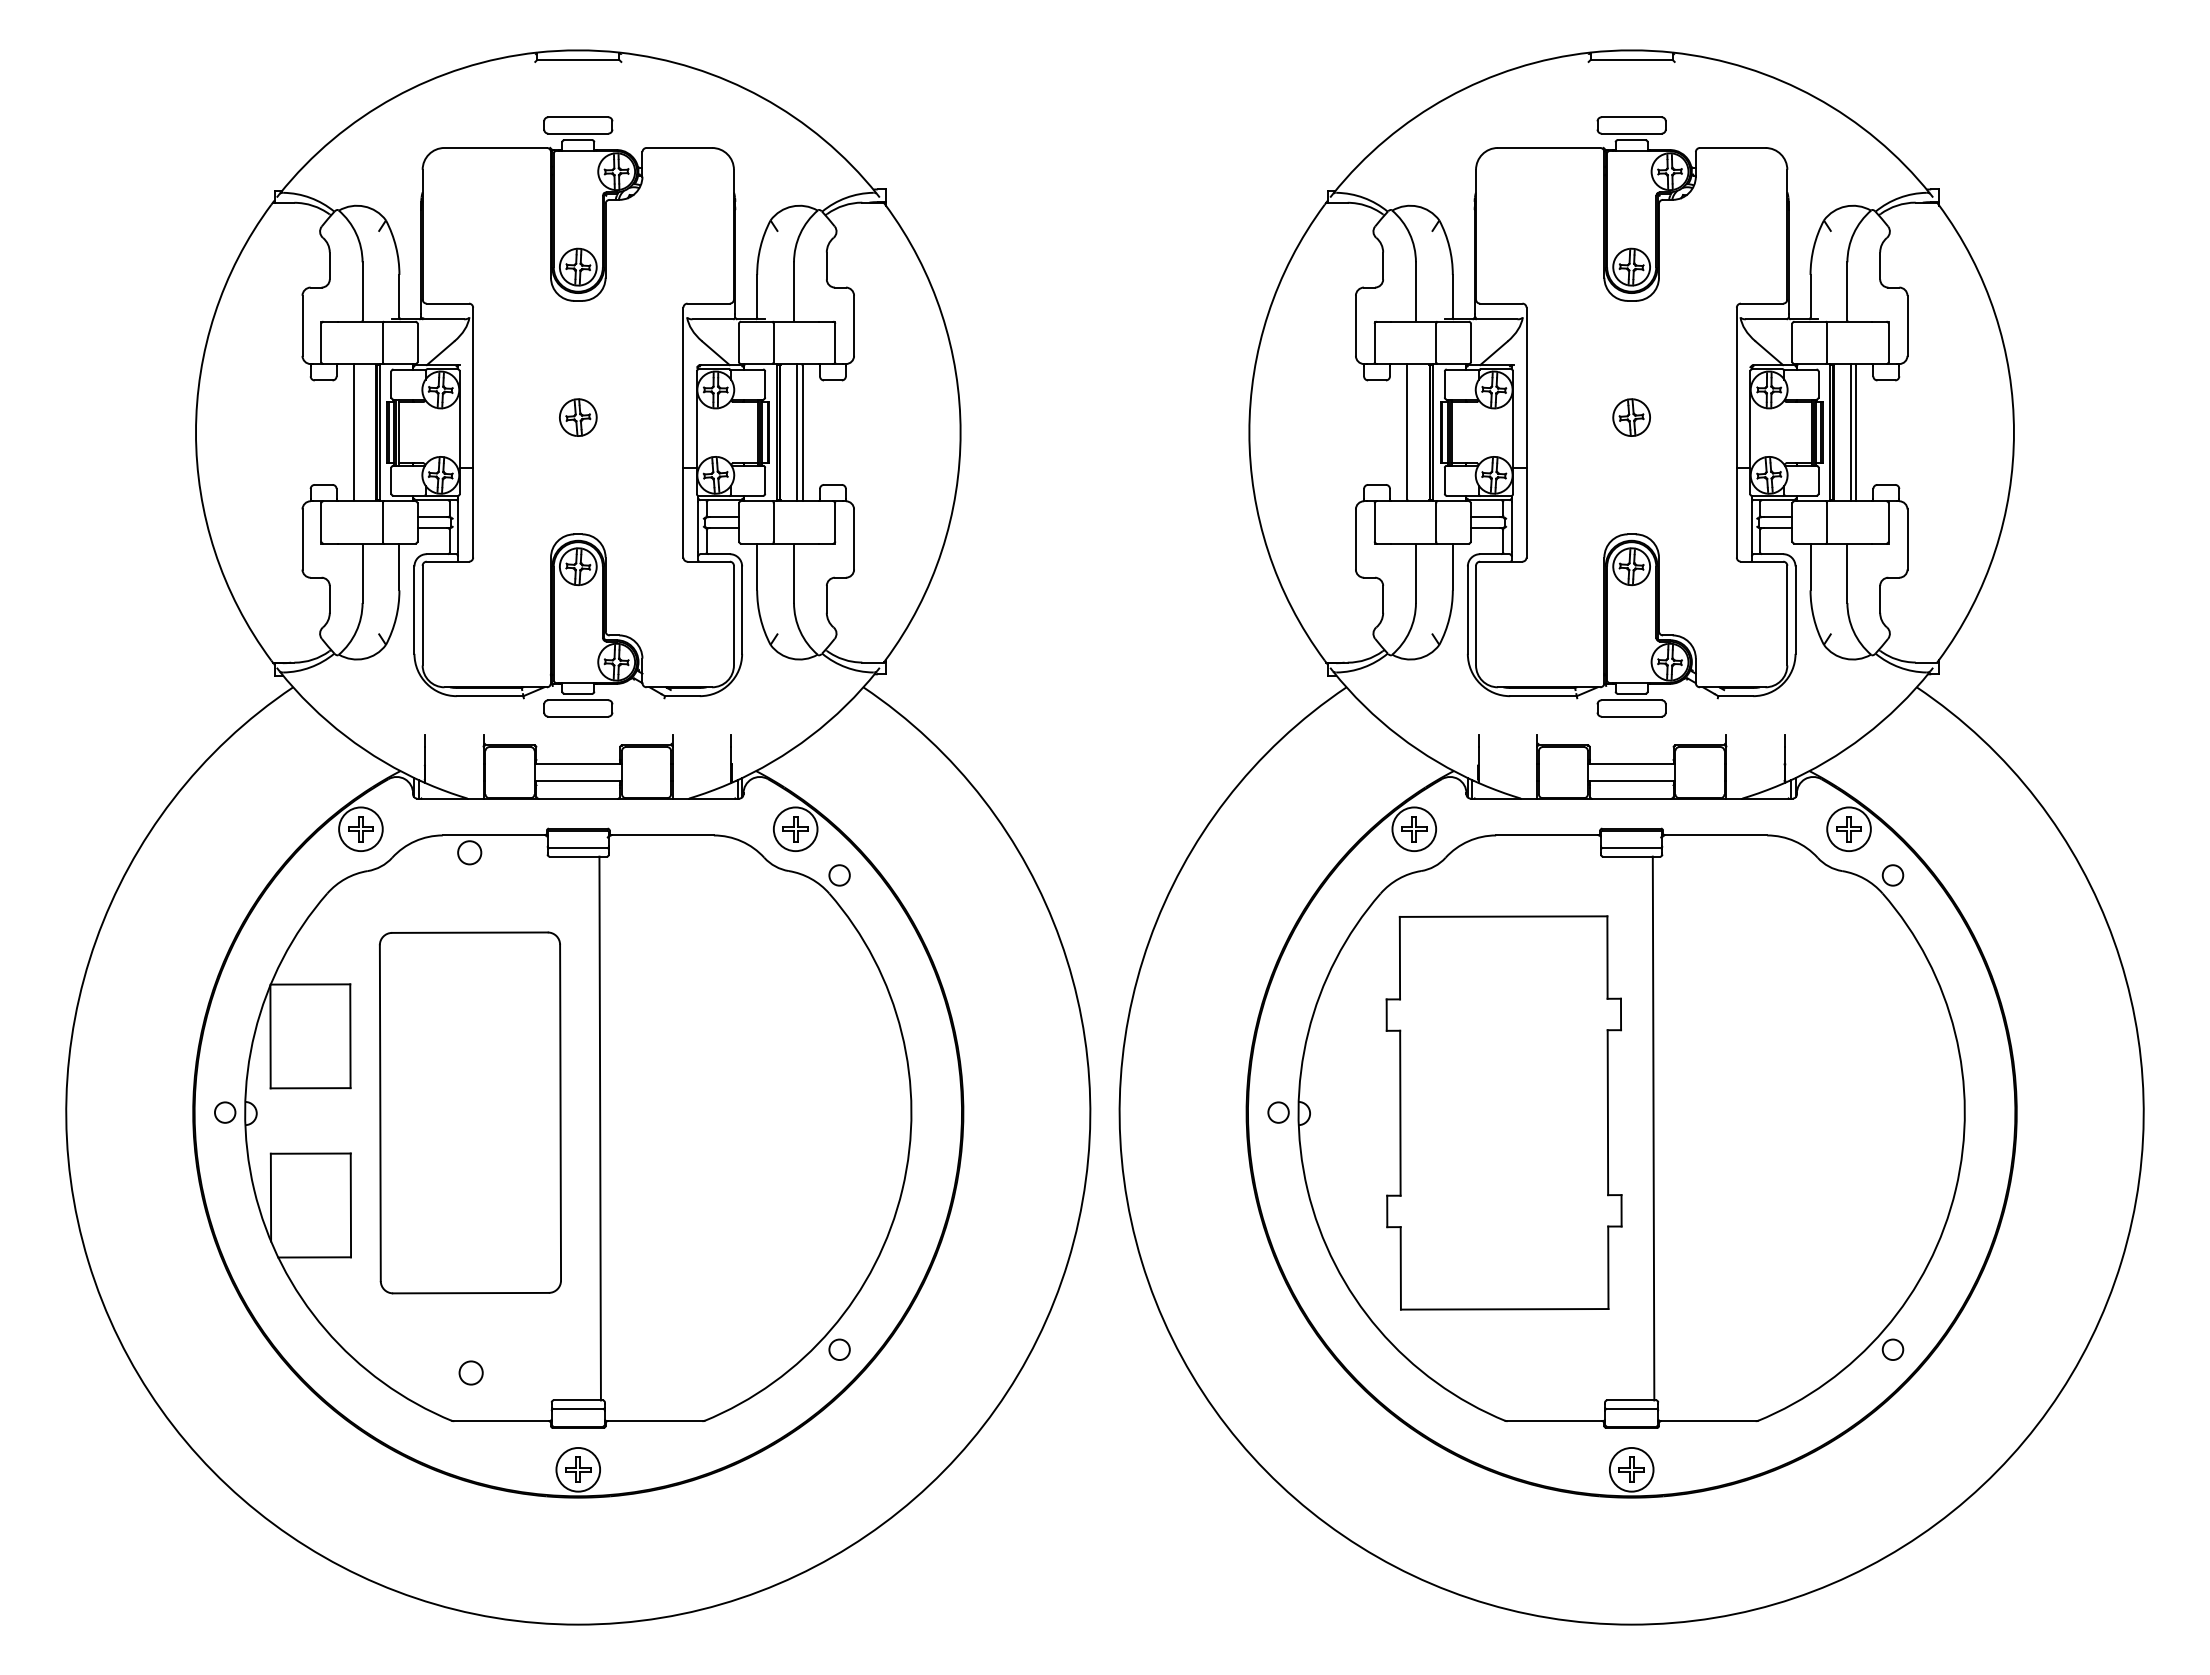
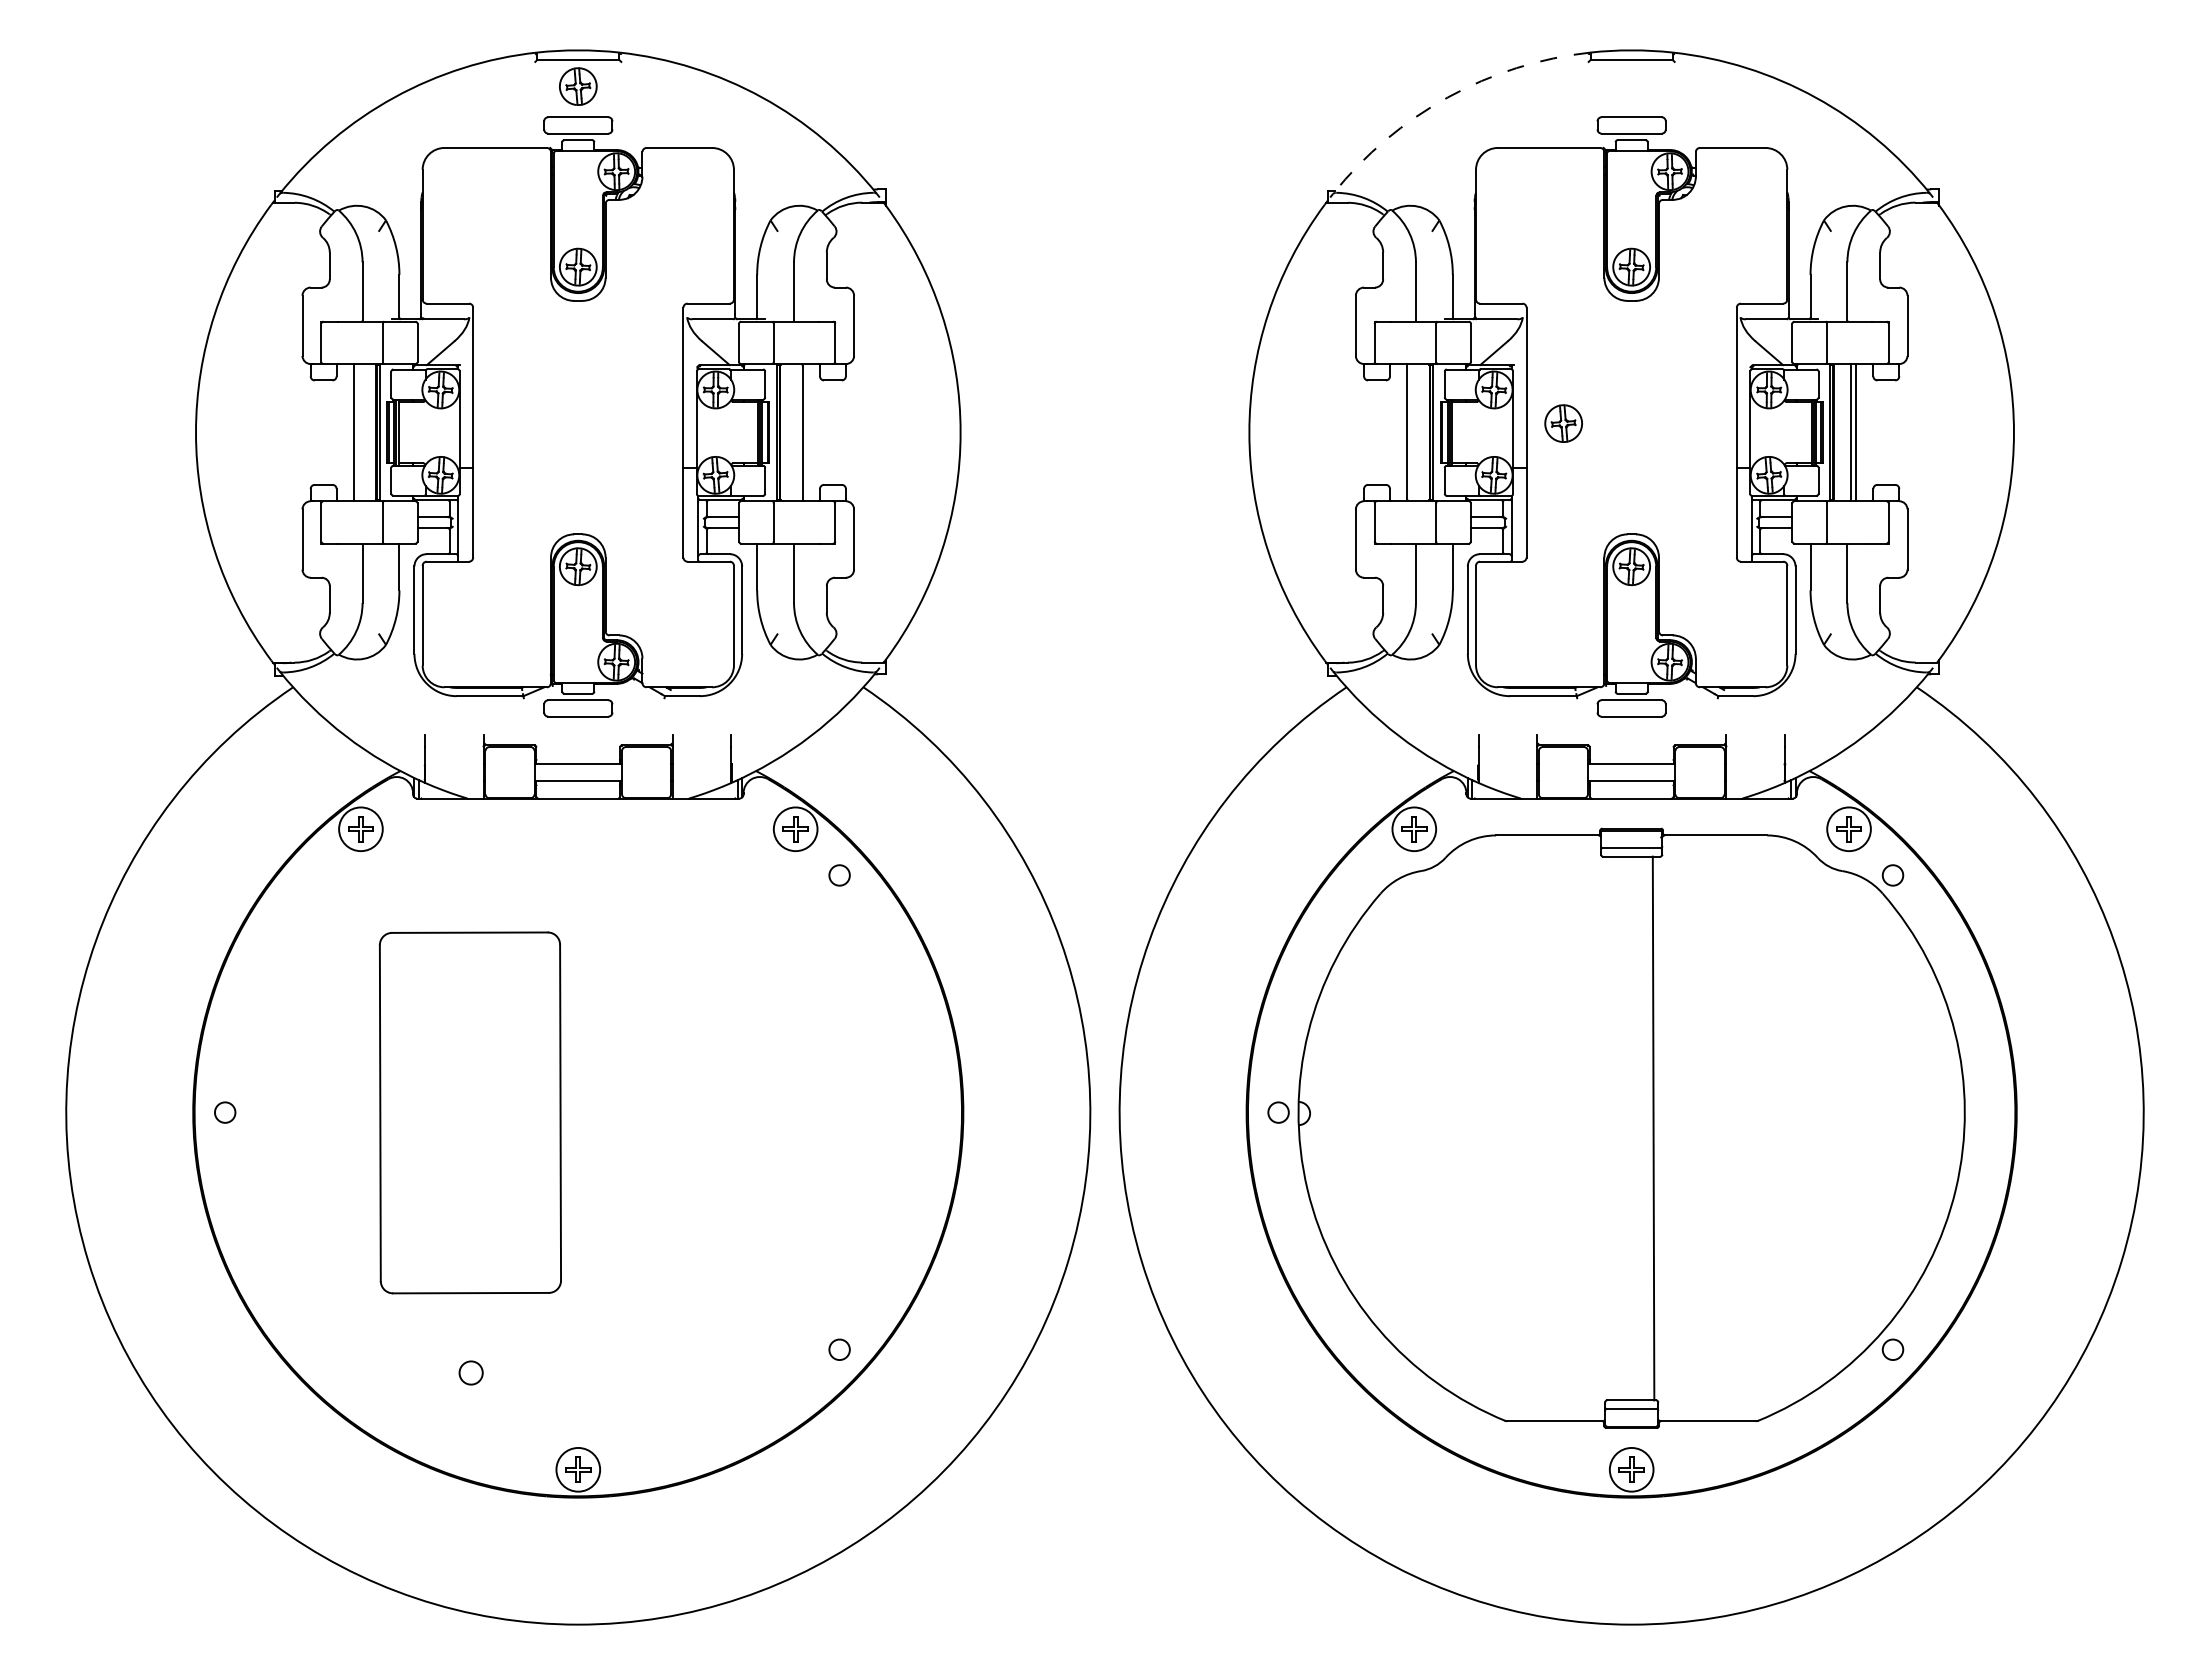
arc at (1447, 97): solid -> dashed
part at (578, 417) position: (578, 417) -> (578, 86)
part at (1631, 417) position: (1631, 417) -> (1563, 423)
line at (797, 432): present -> none
part at (1503, 1112): present -> none
part at (578, 1127): present -> none
